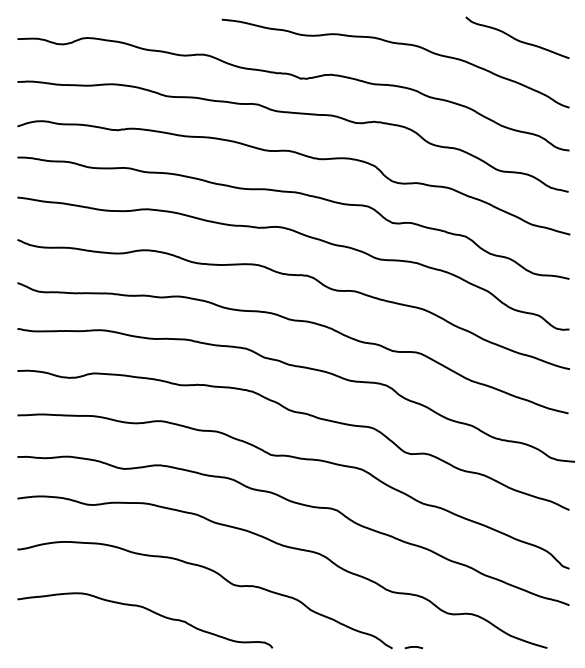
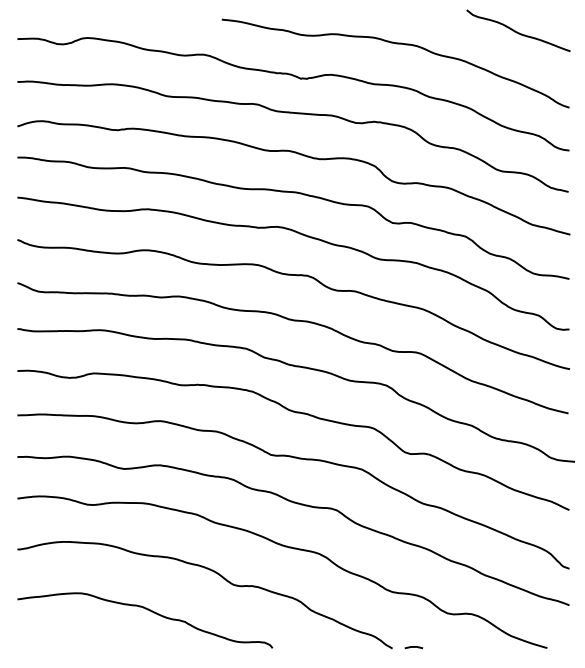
curve at (516, 38) position: (516, 38) -> (517, 31)
